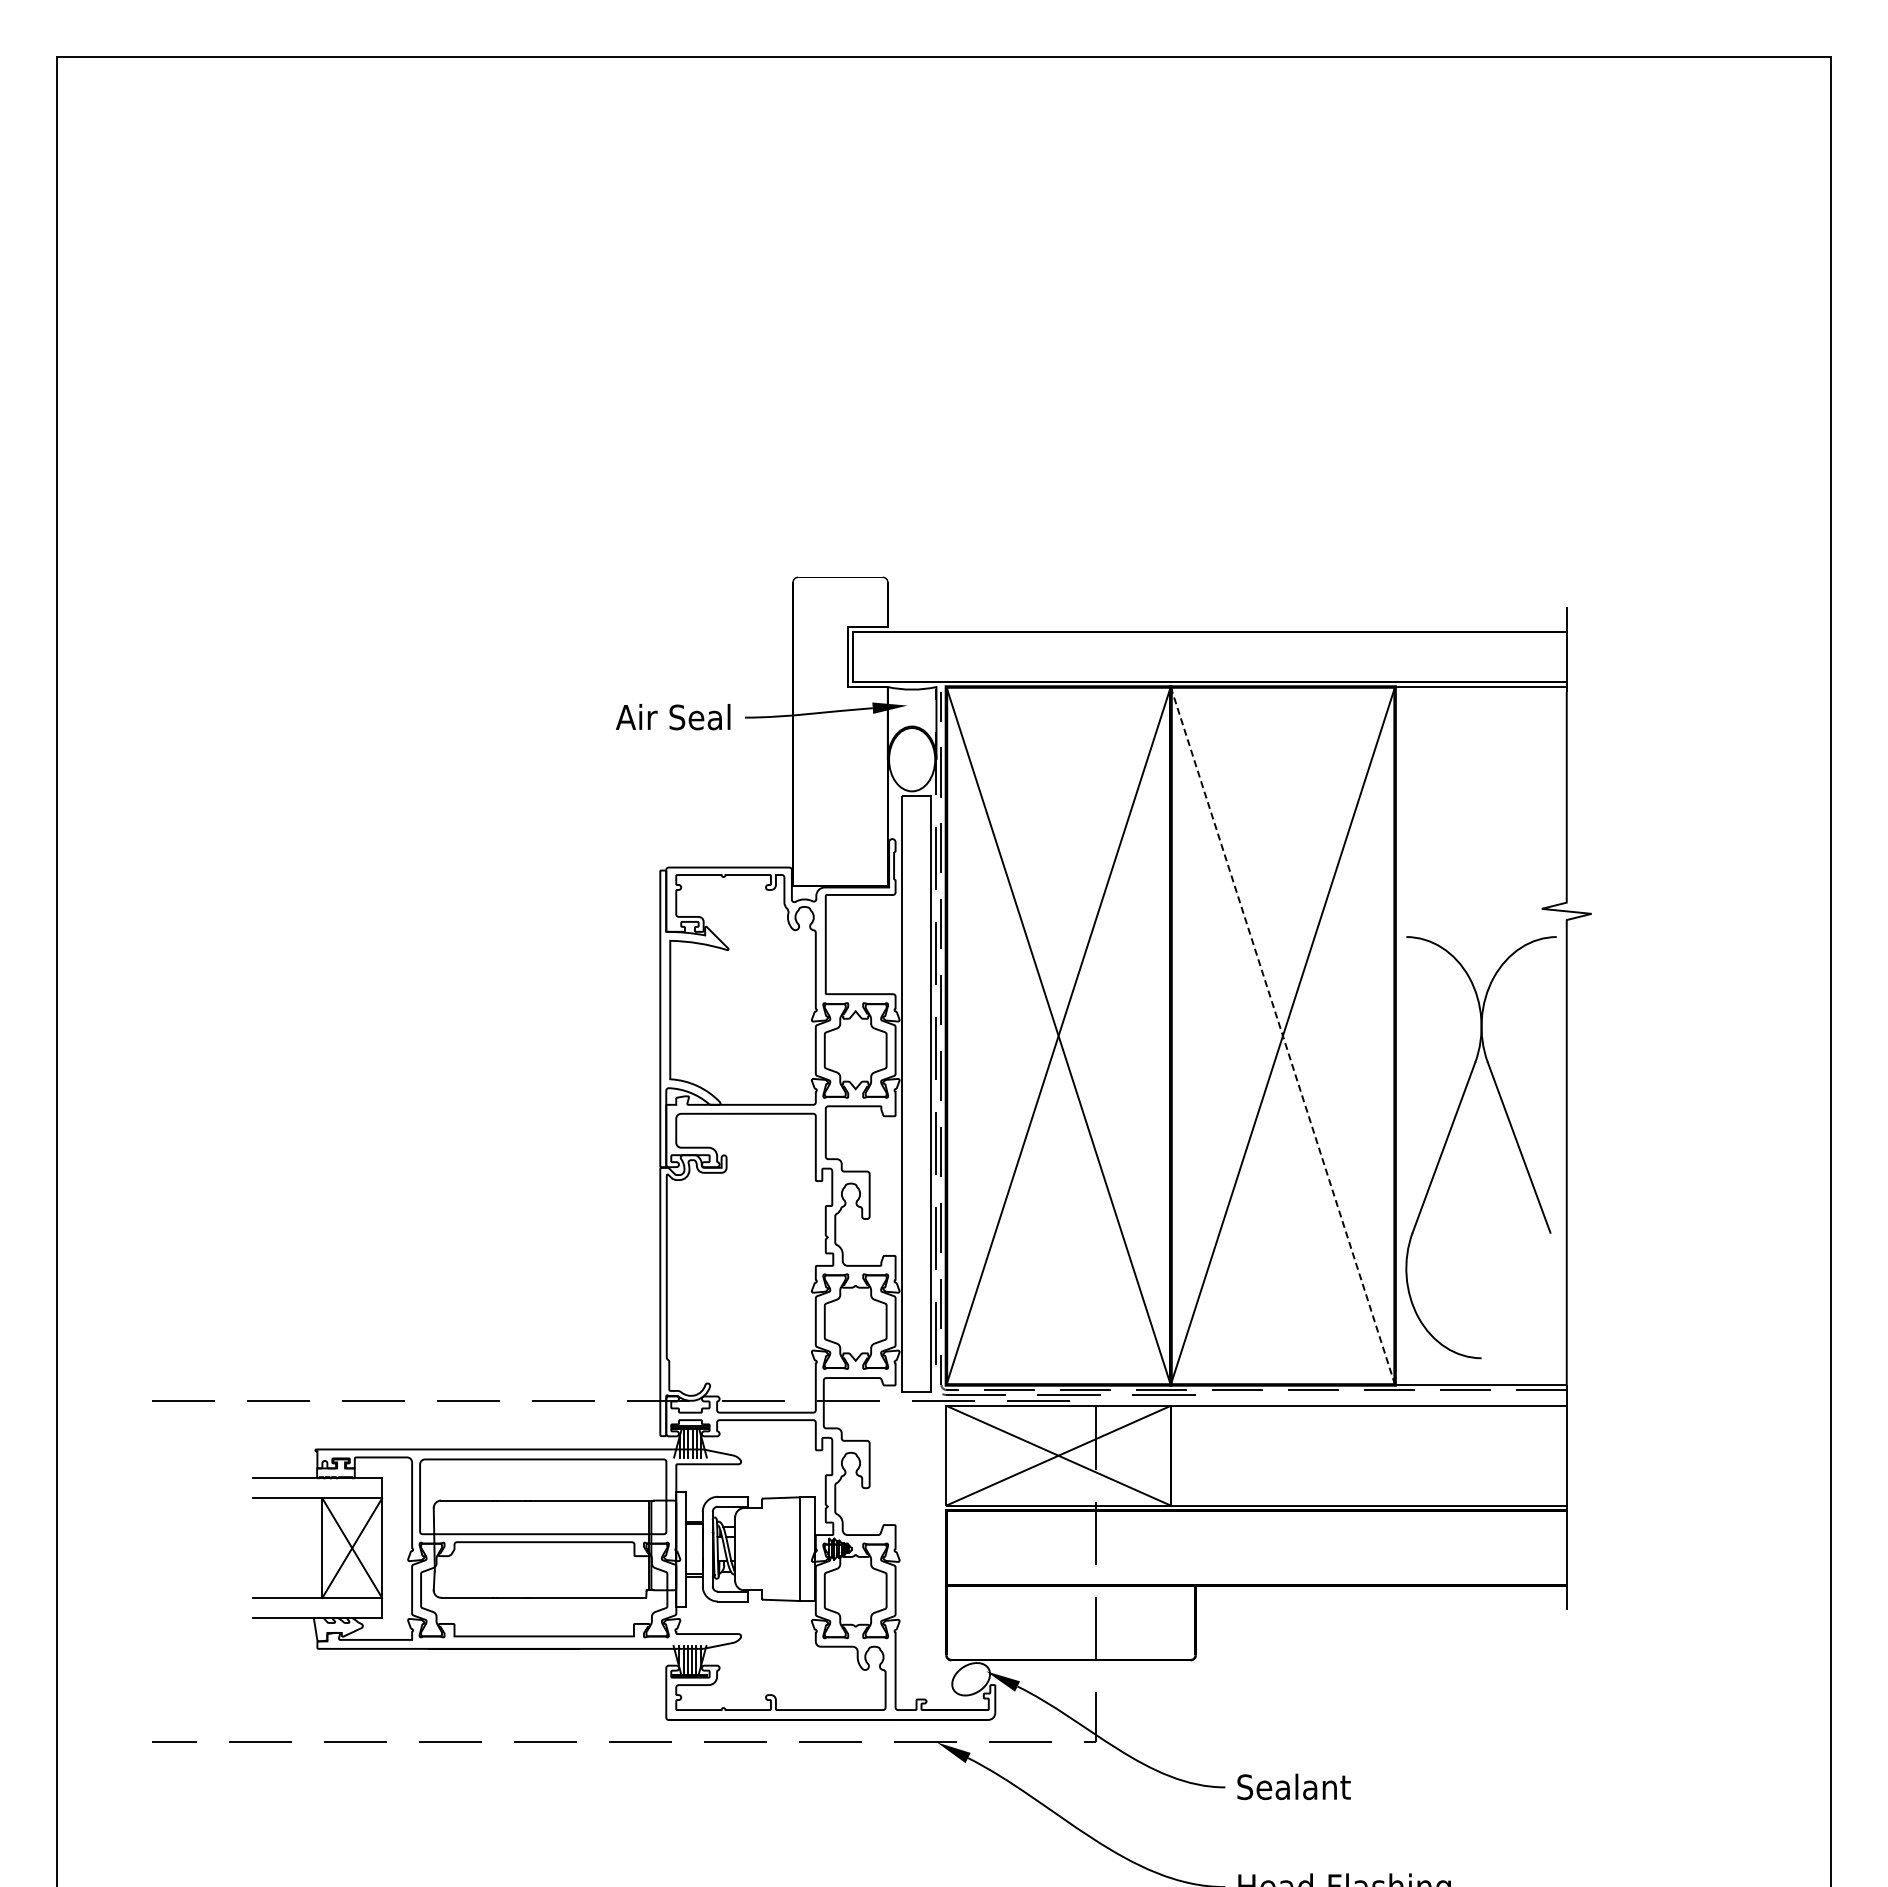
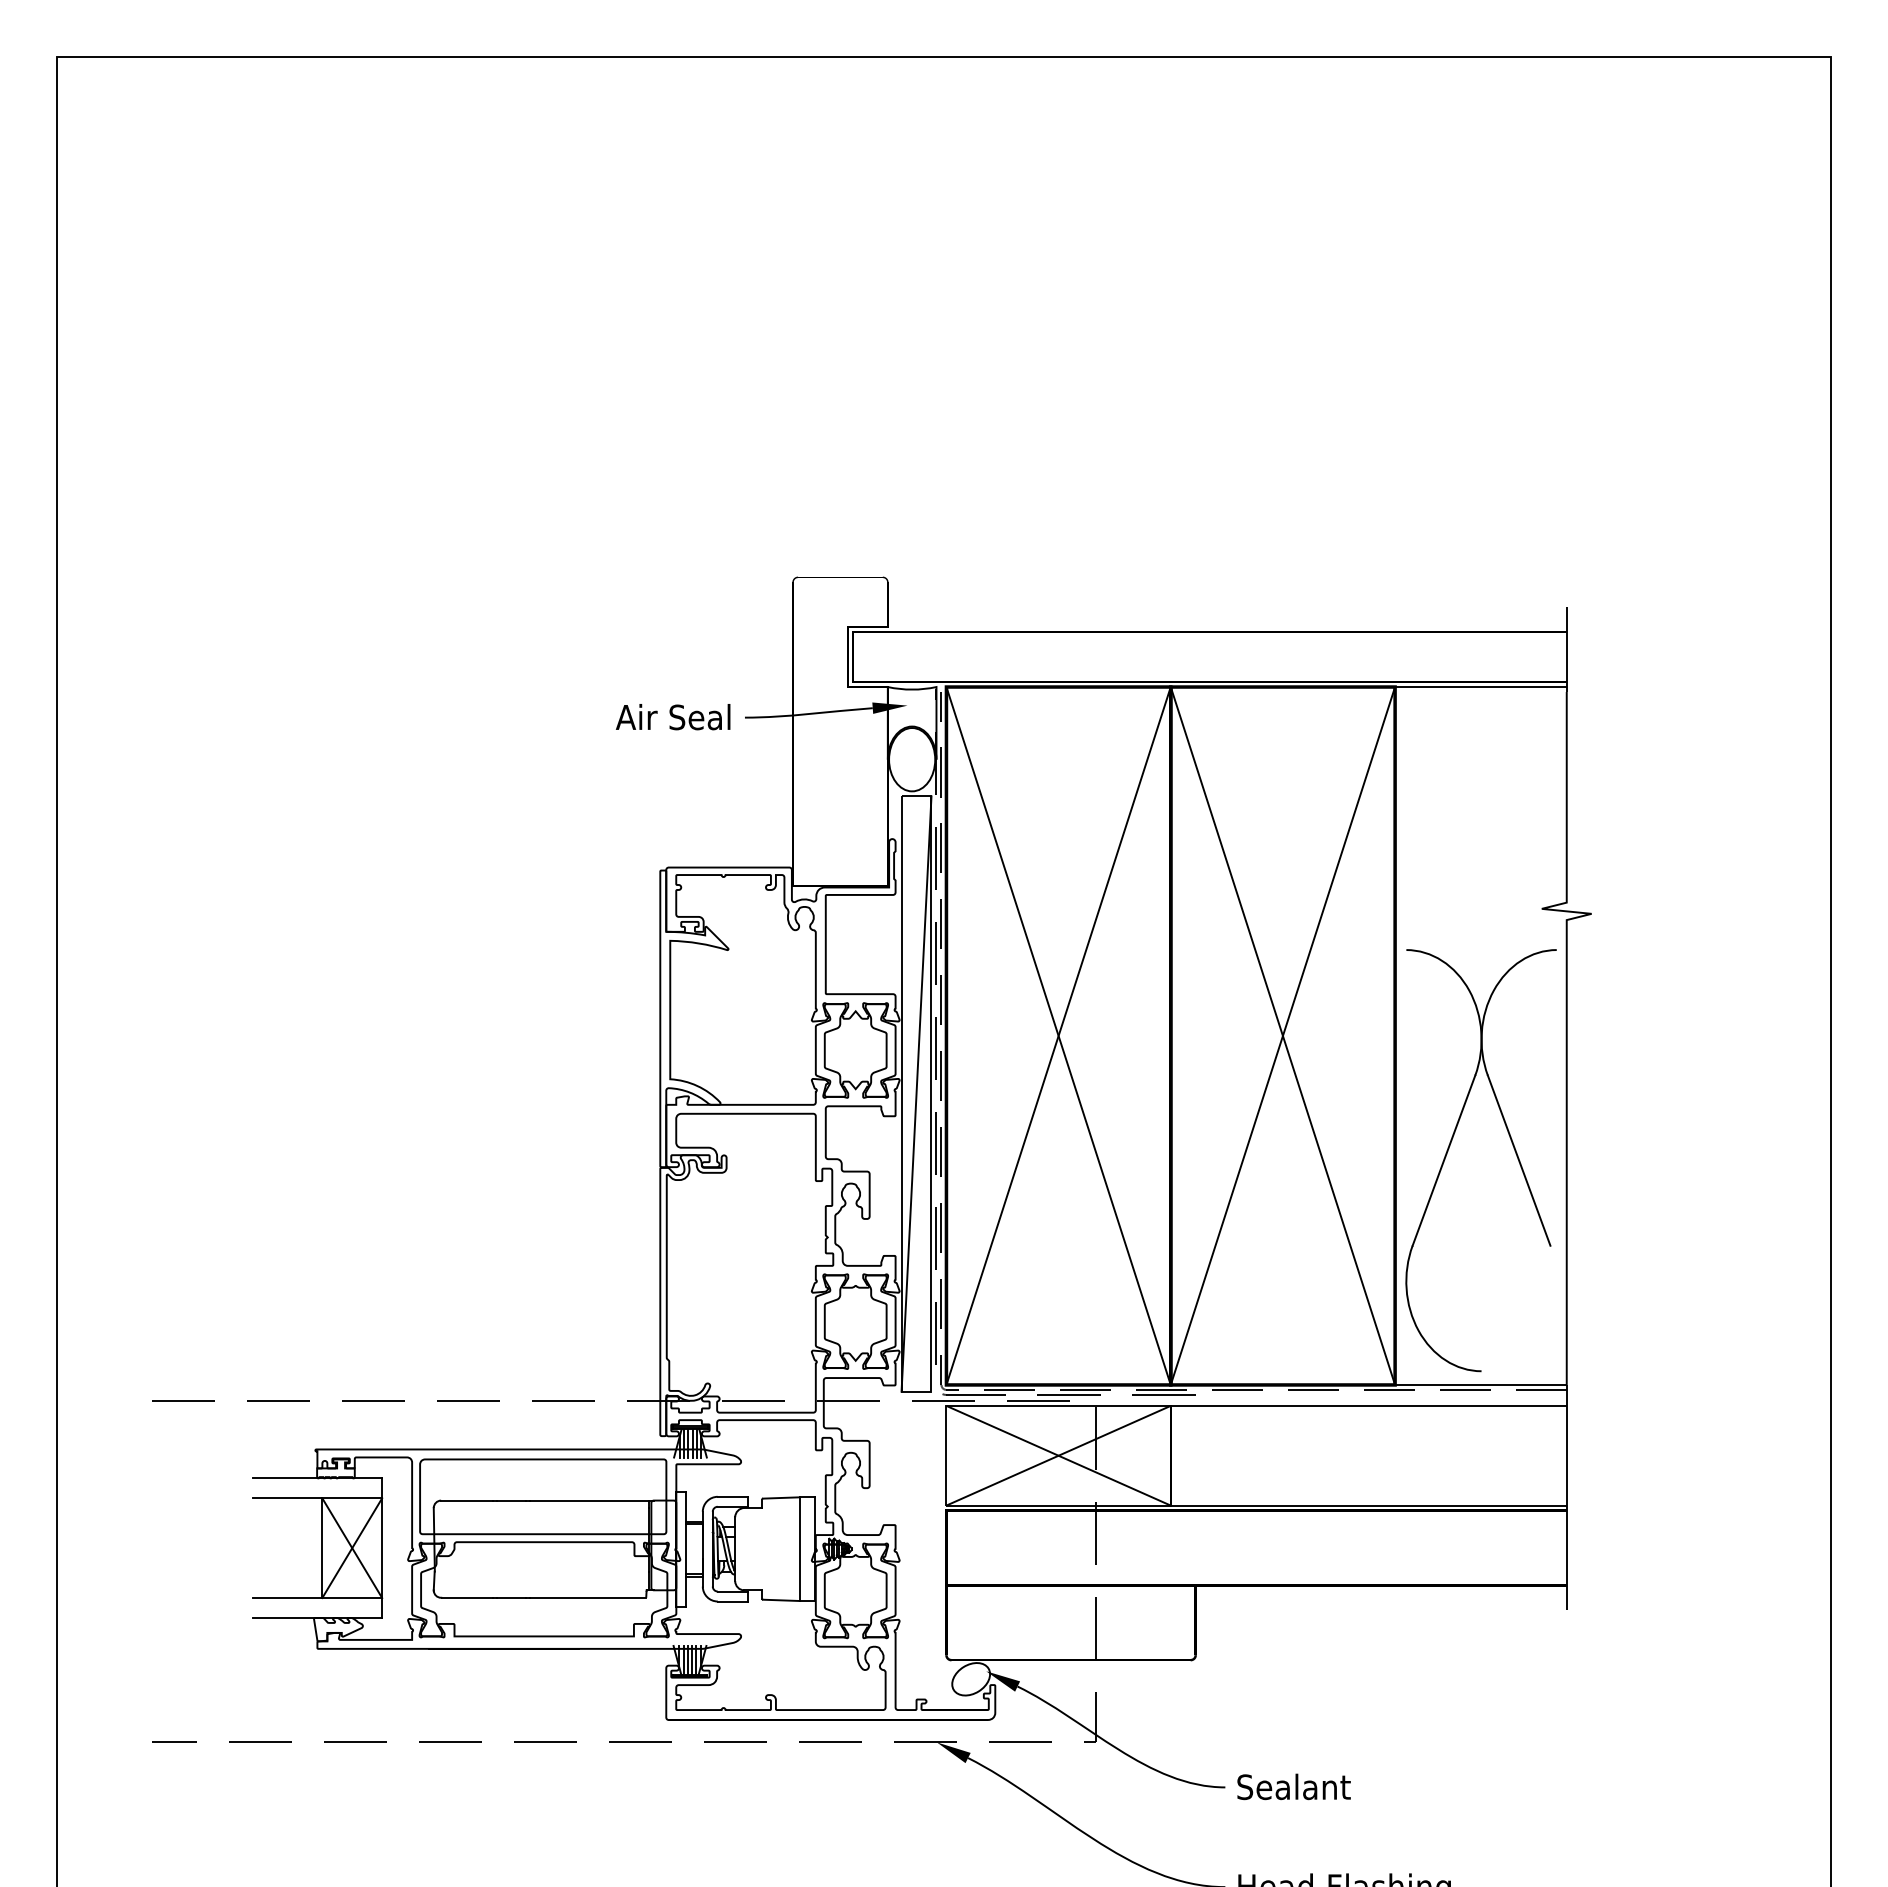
line at (1282, 1035): dashed -> solid
line at (916, 1093): none -> present
part at (1450, 1133) position: (1450, 1133) -> (1450, 1146)
